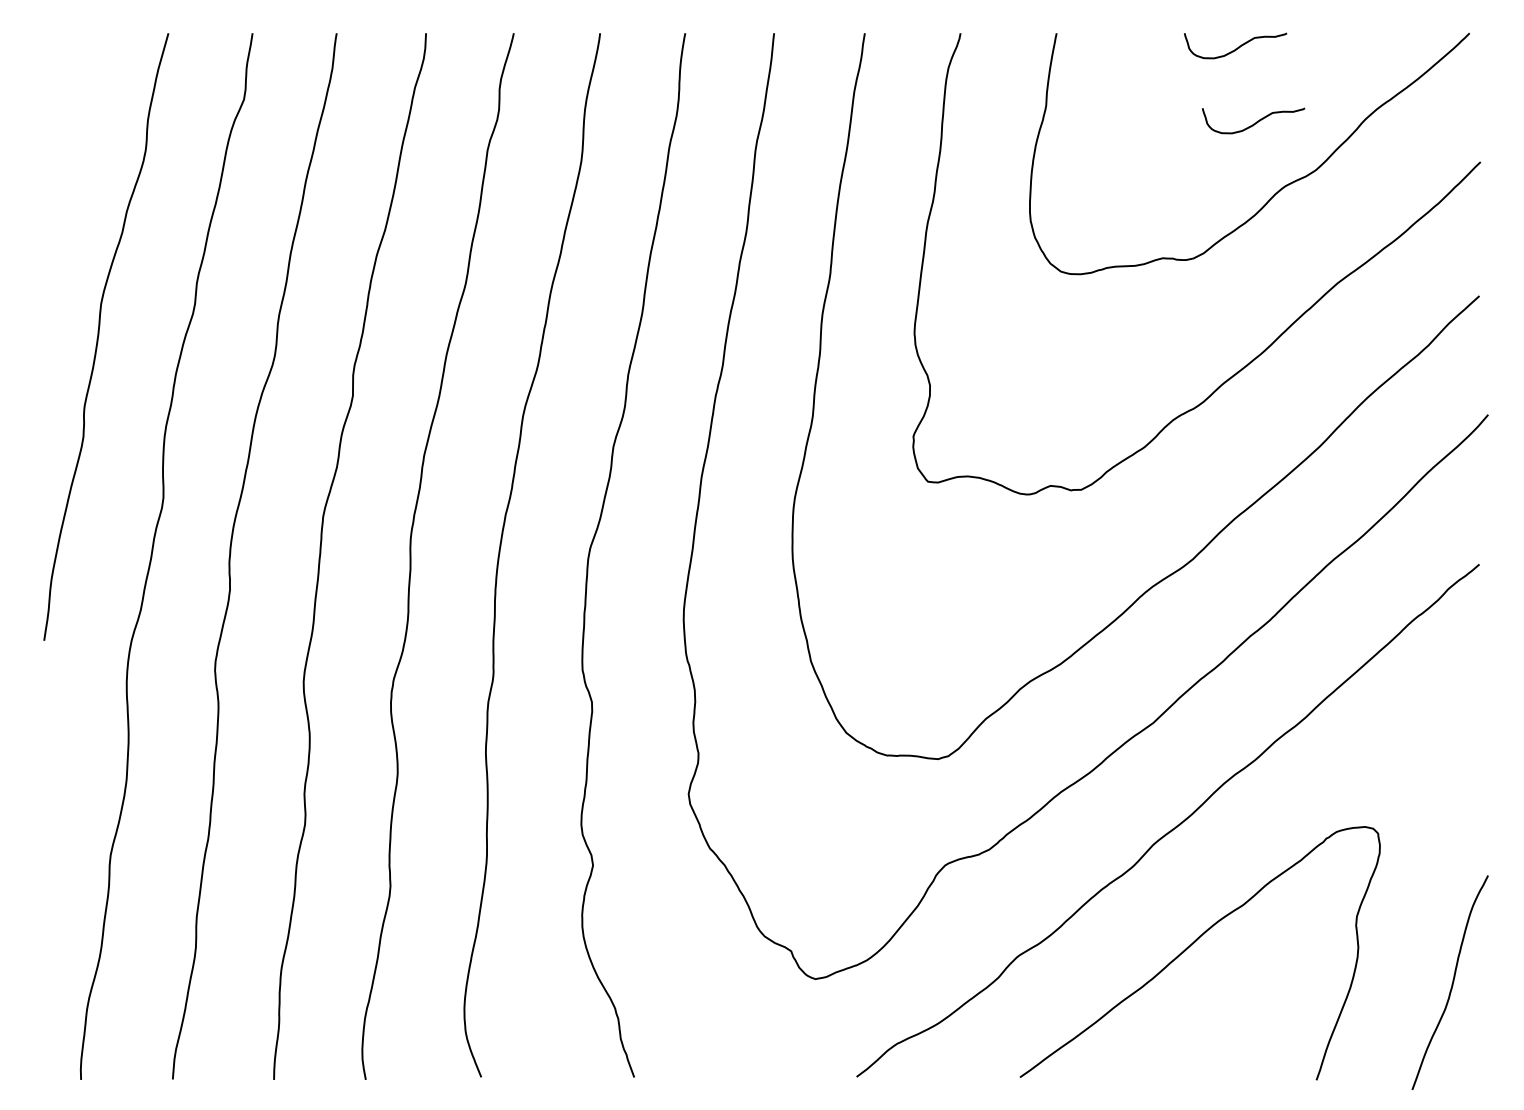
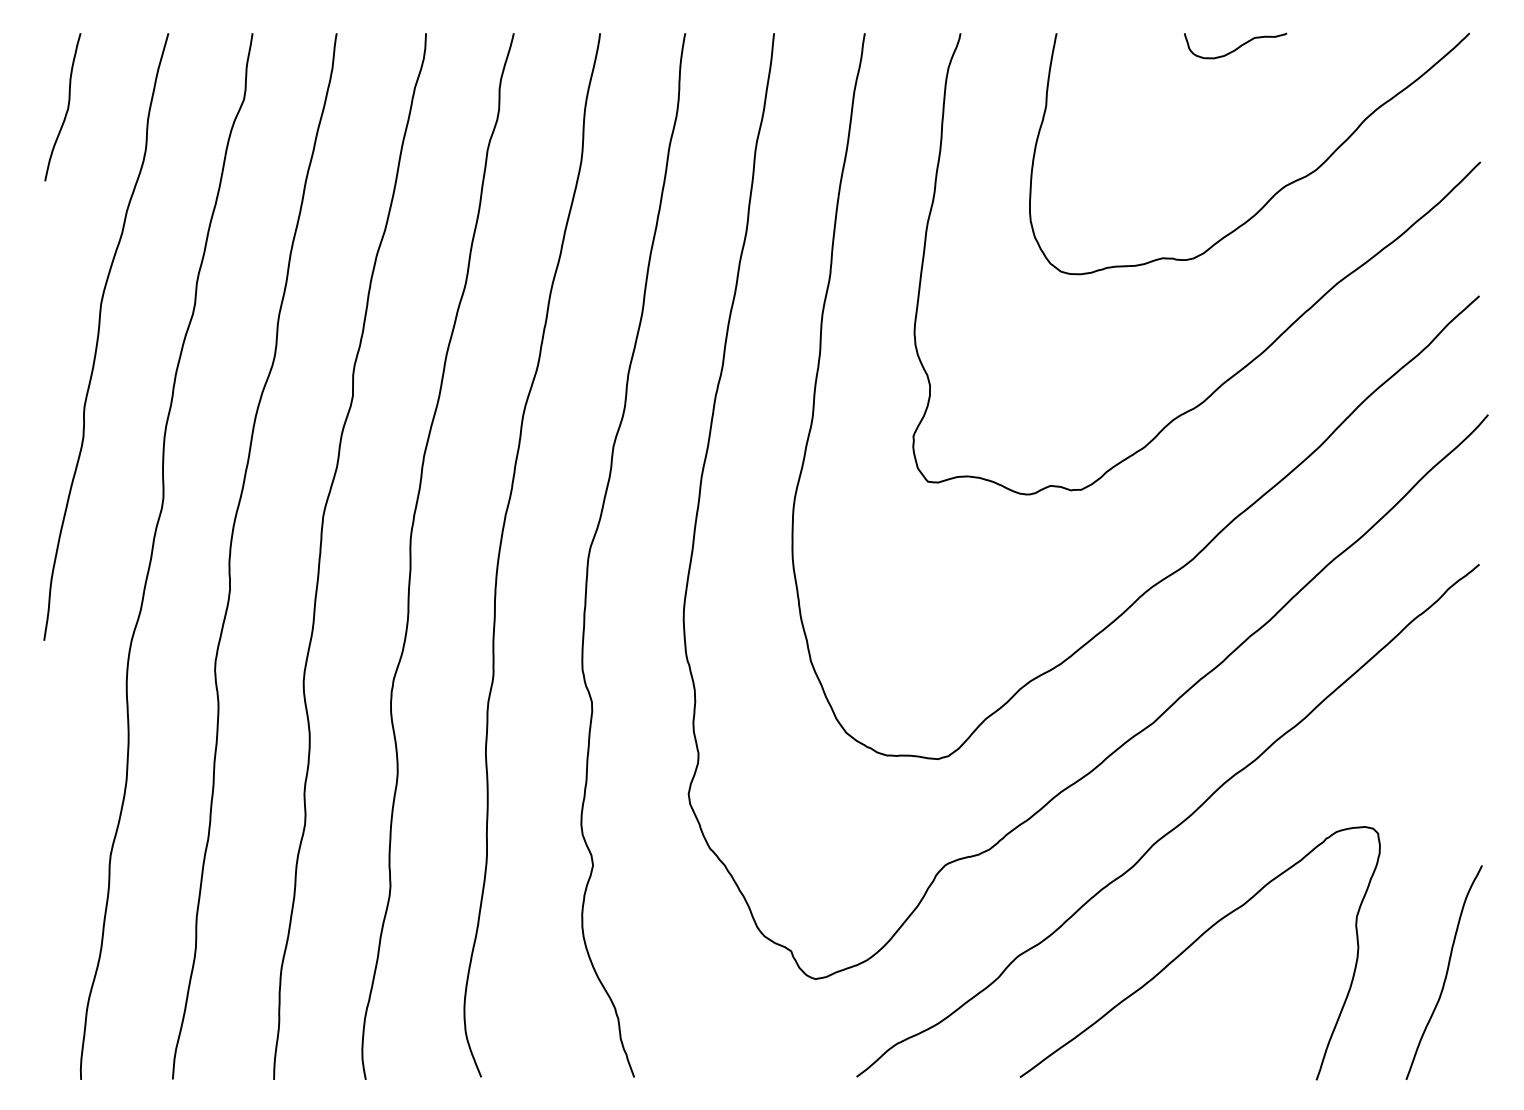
curve at (67, 107): none -> present
curve at (1255, 122): present -> none
curve at (1451, 984) position: (1451, 984) -> (1445, 974)
